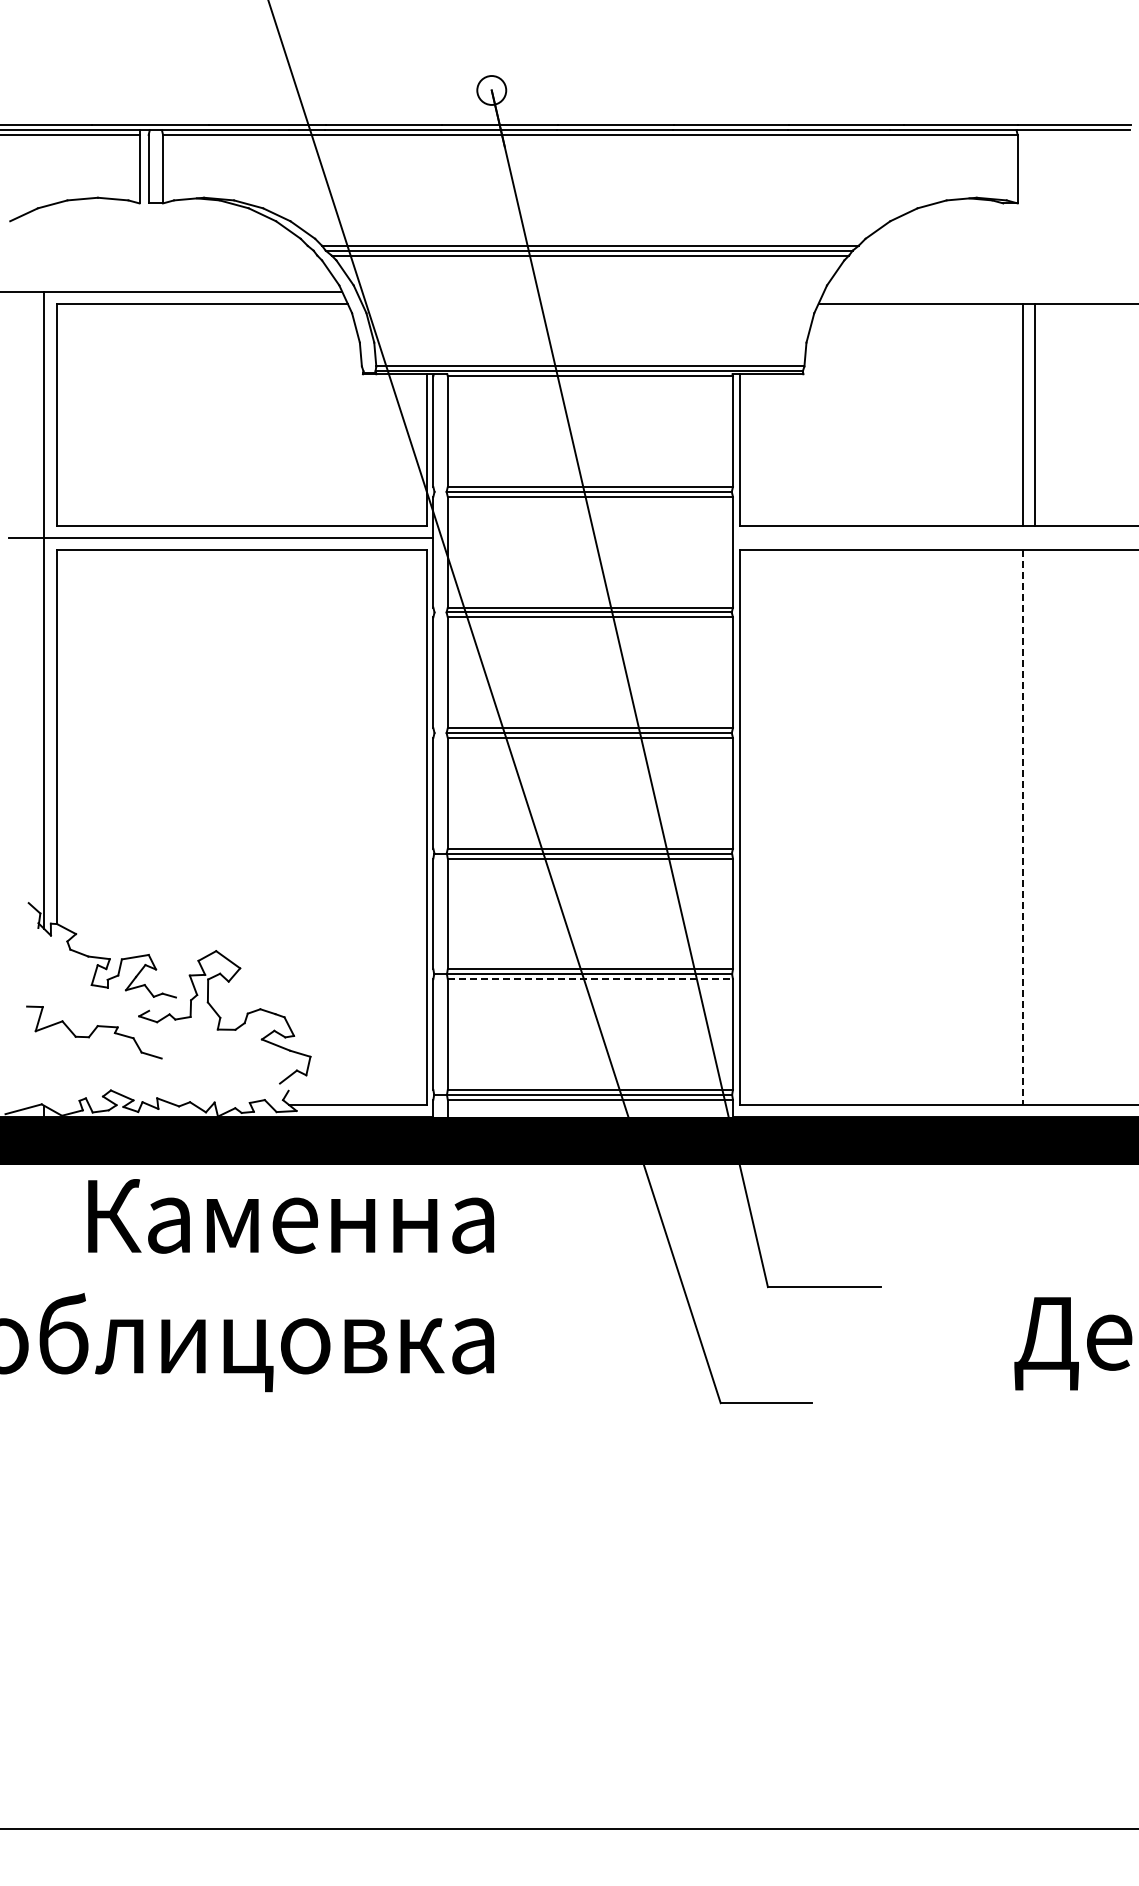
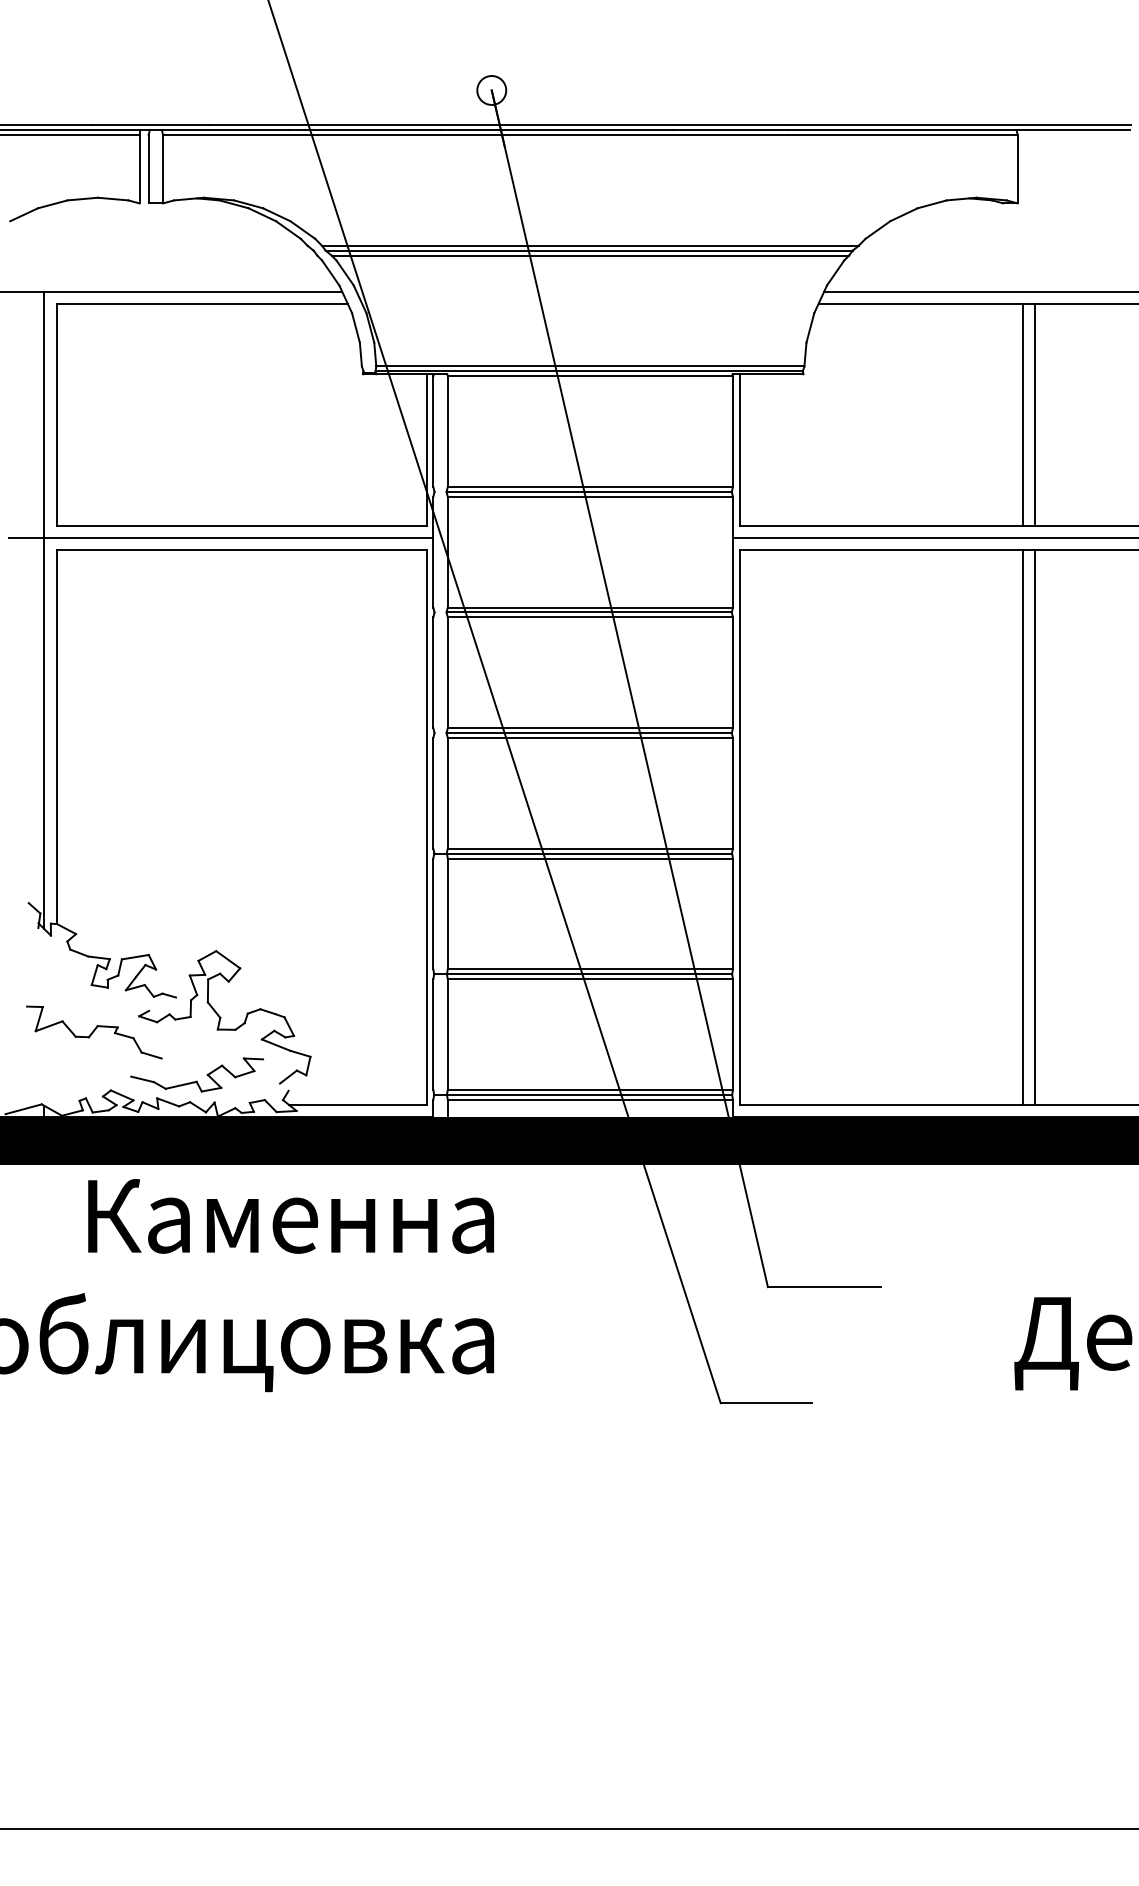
line at (979, 291): none -> present
line at (934, 537): none -> present
line at (1034, 826): none -> present
line at (1022, 827): dashed -> solid
line at (590, 979): dashed -> solid
part at (196, 1074): none -> present
